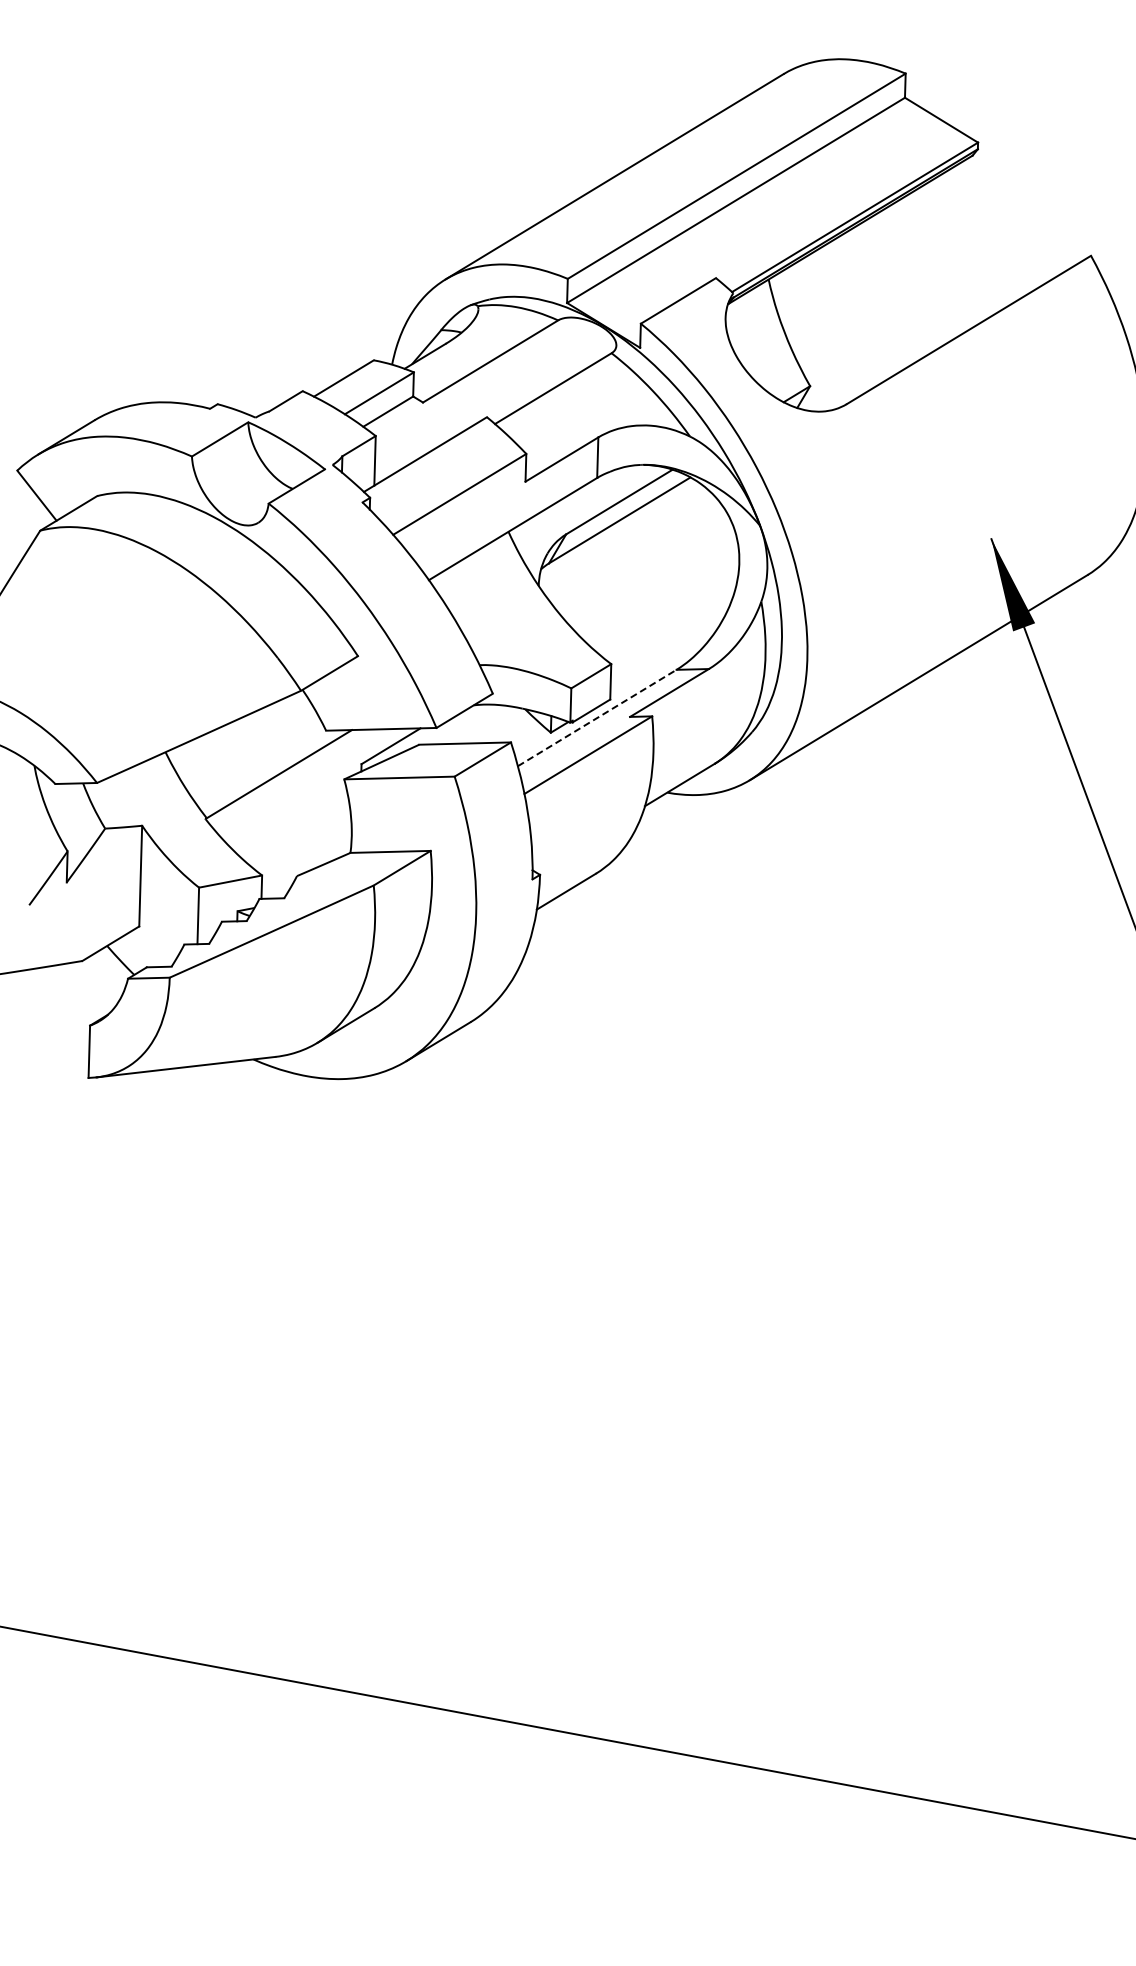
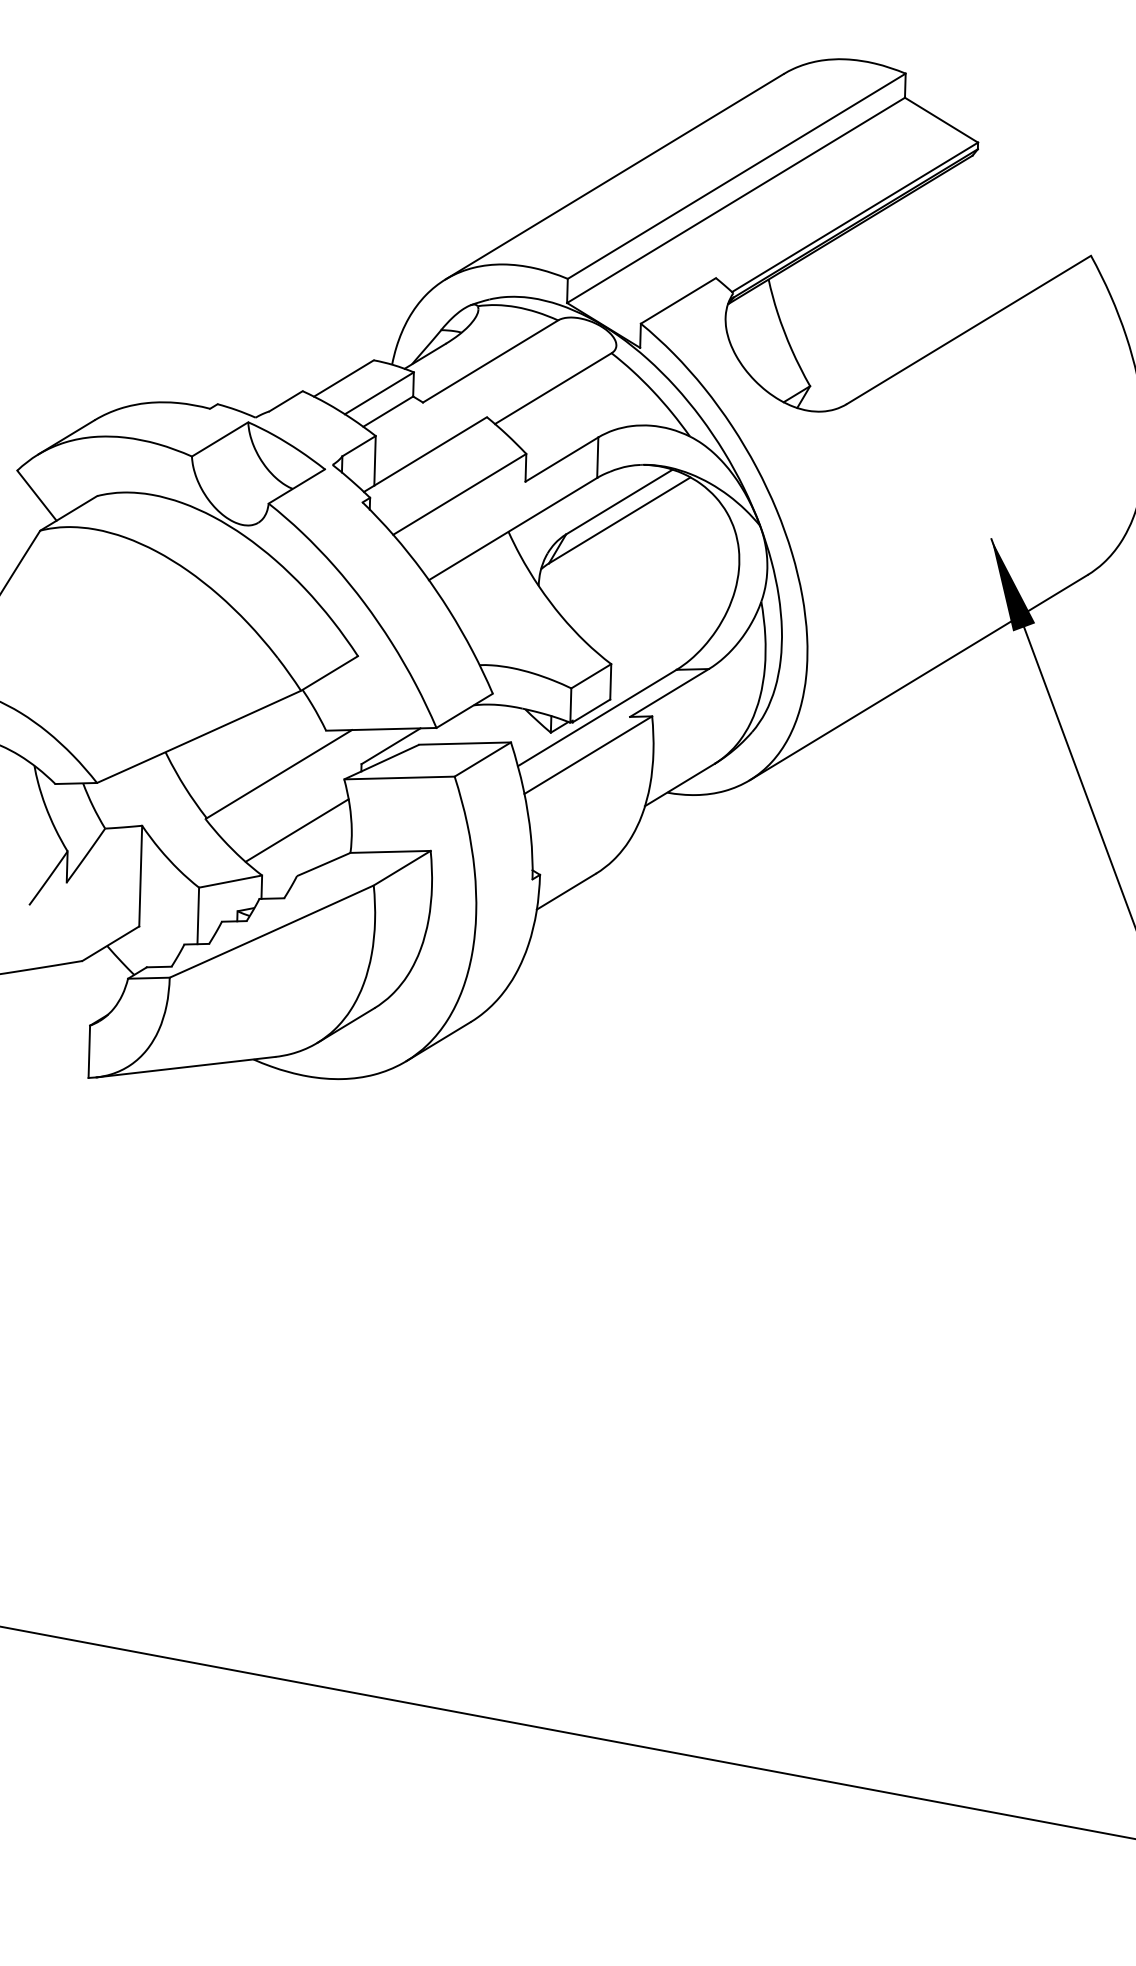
line at (597, 718): dashed -> solid
line at (296, 830): none -> present
